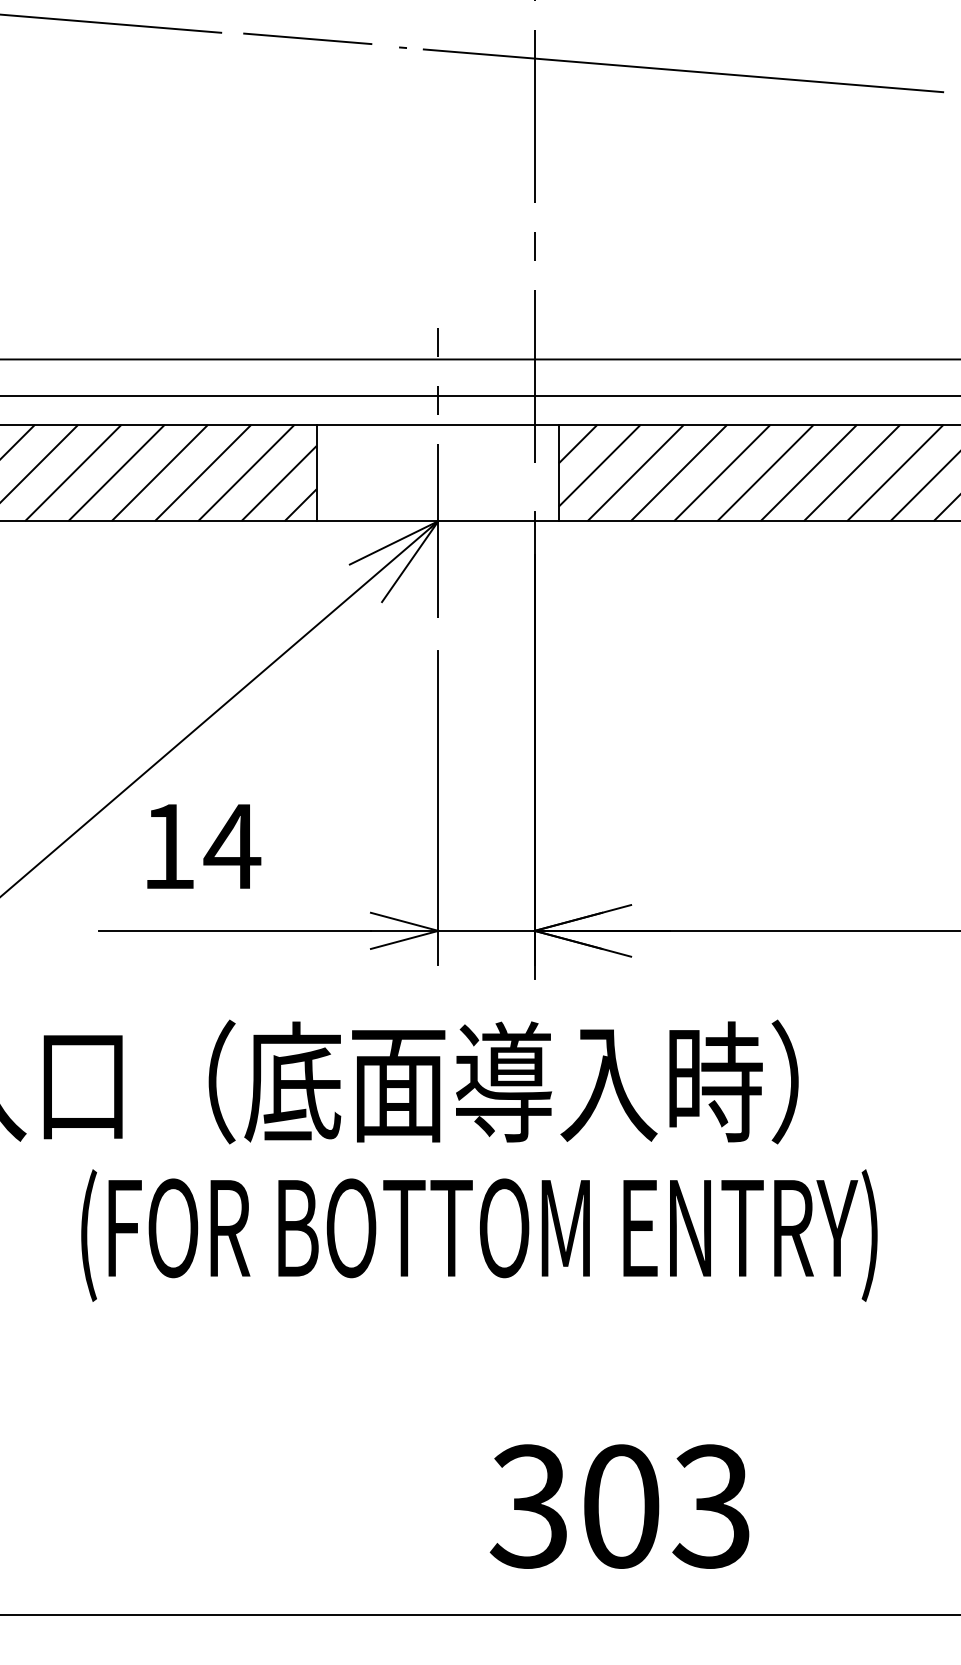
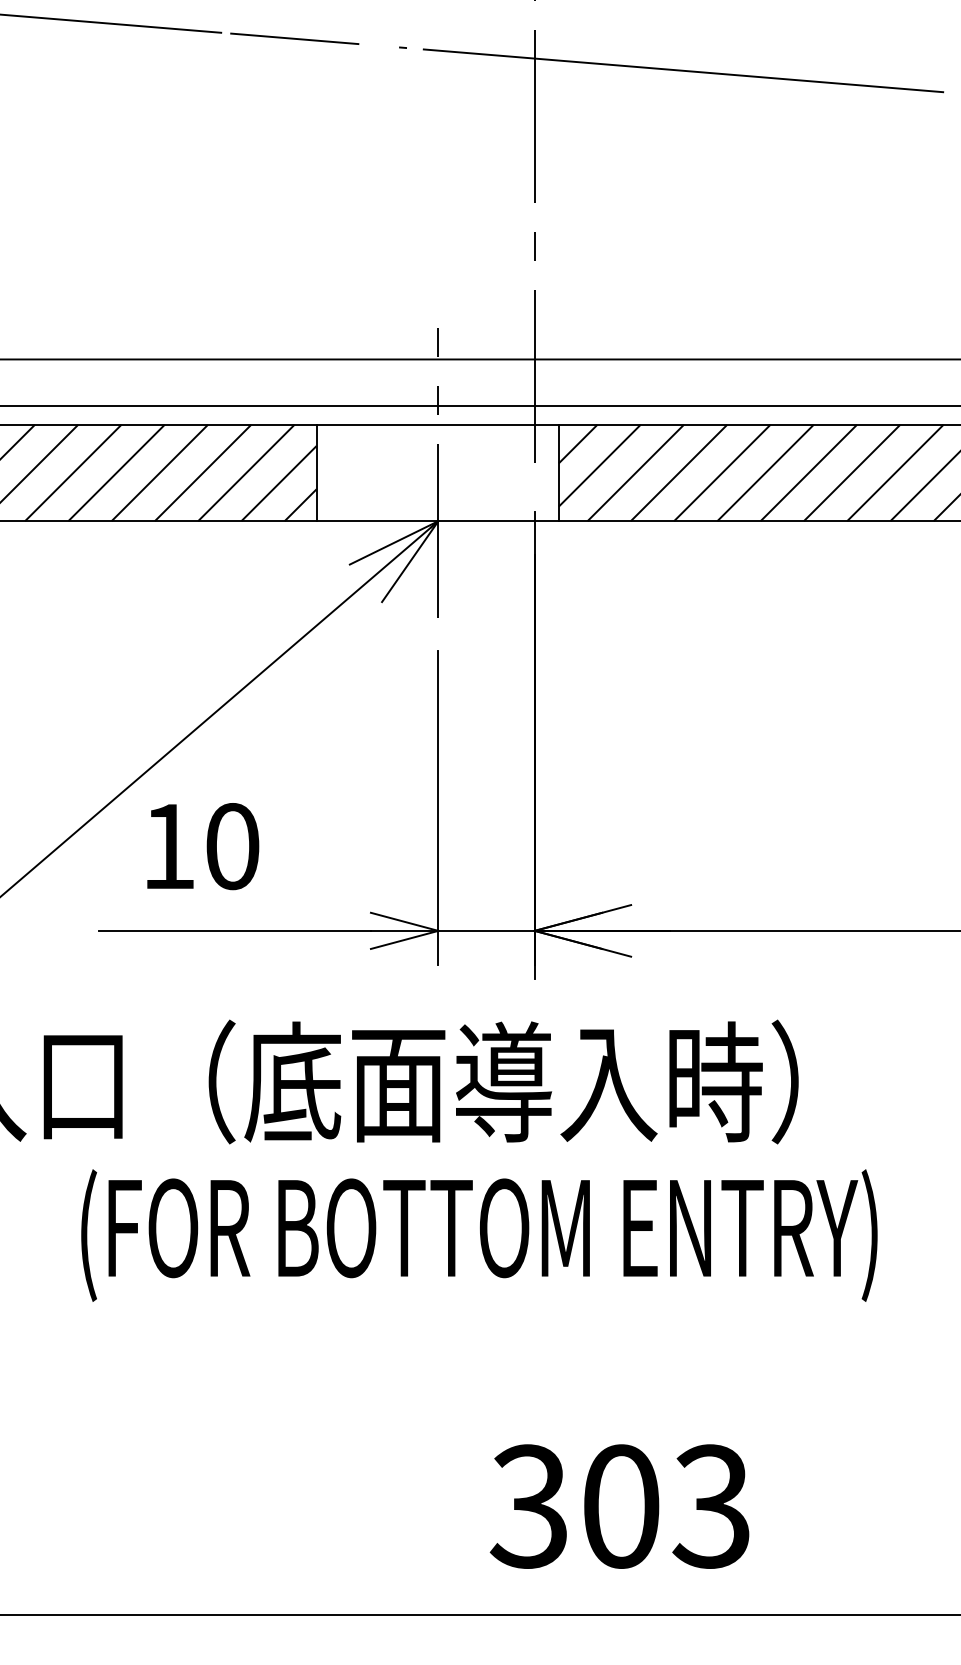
line at (307, 38) position: (307, 38) -> (294, 38)
line at (479, 395) position: (479, 395) -> (479, 405)
text at (232, 846): 14 -> 10
